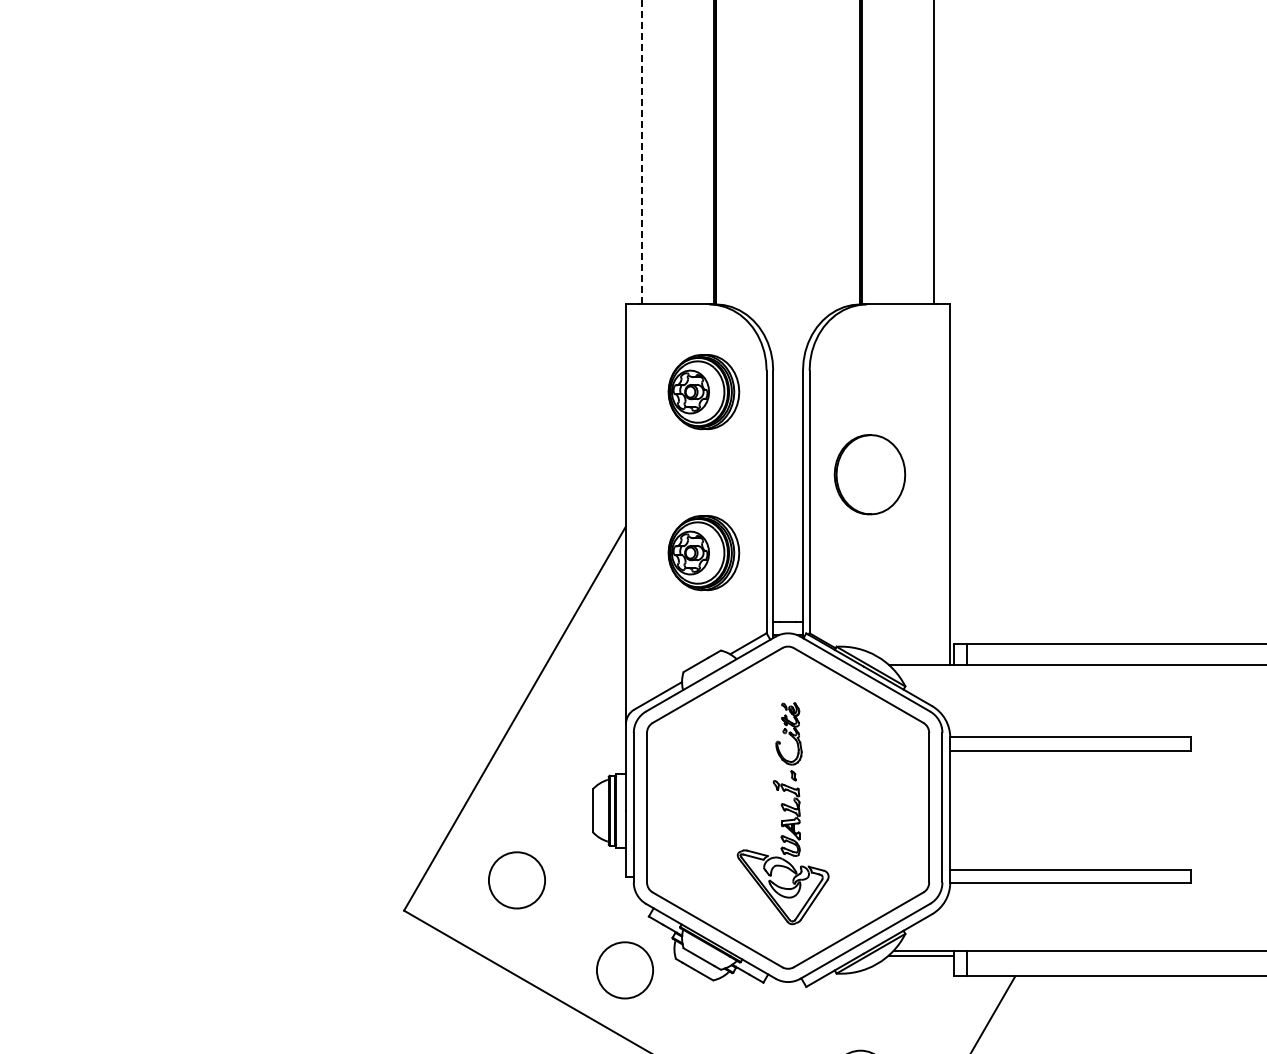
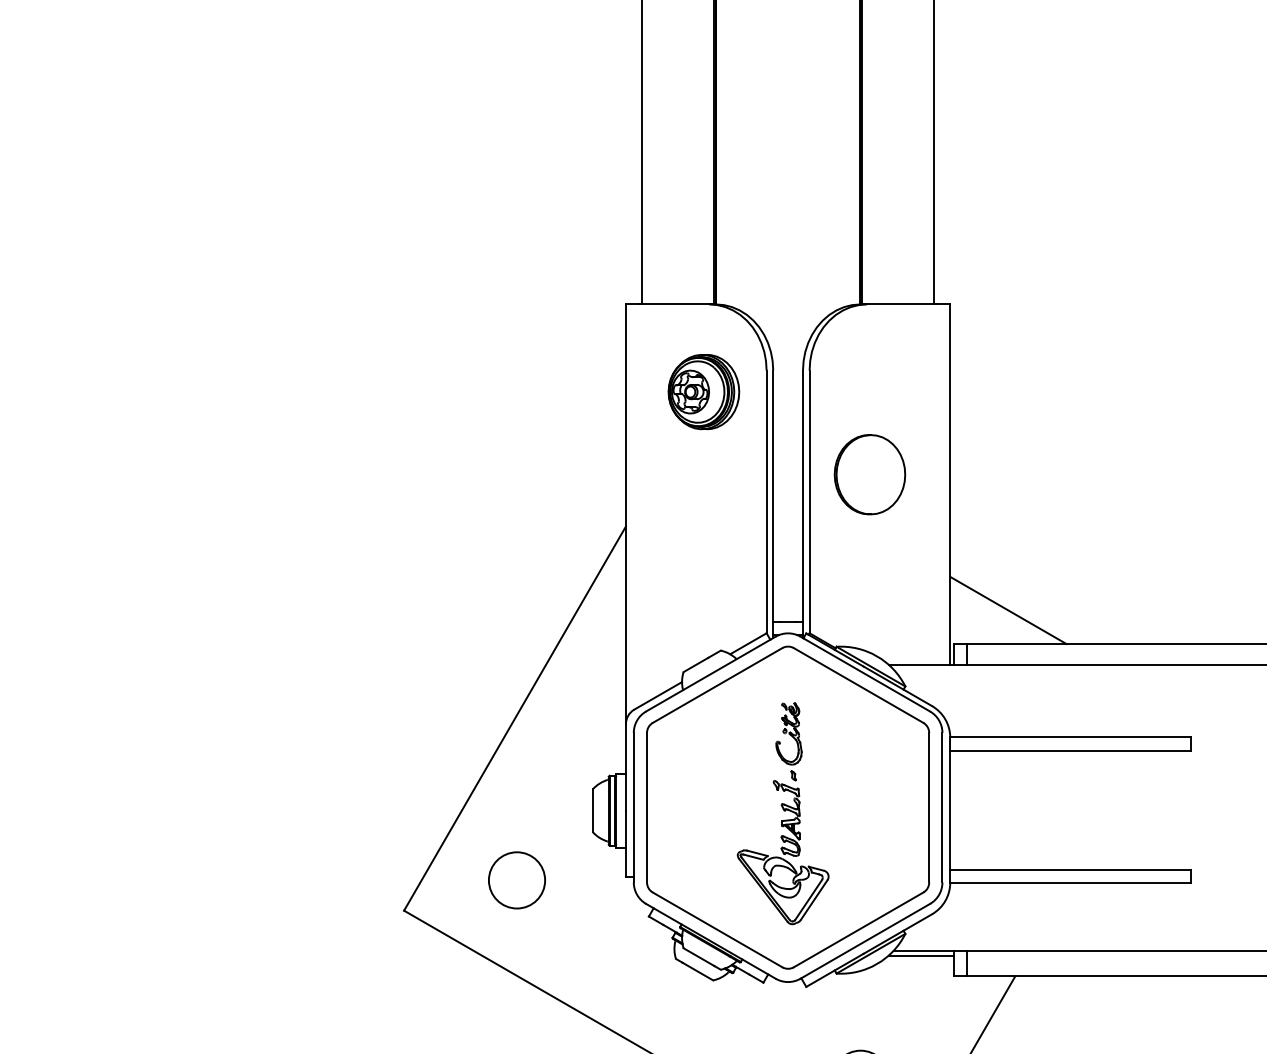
line at (642, 151): dashed -> solid
part at (703, 553): present -> none
line at (1008, 610): none -> present
circle at (624, 970): present -> none
